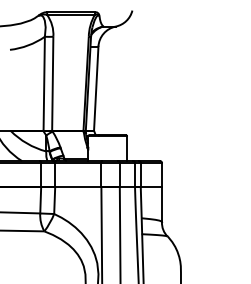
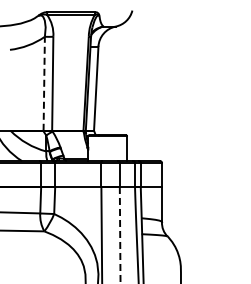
line at (44, 83): solid -> dashed
line at (120, 234): solid -> dashed
